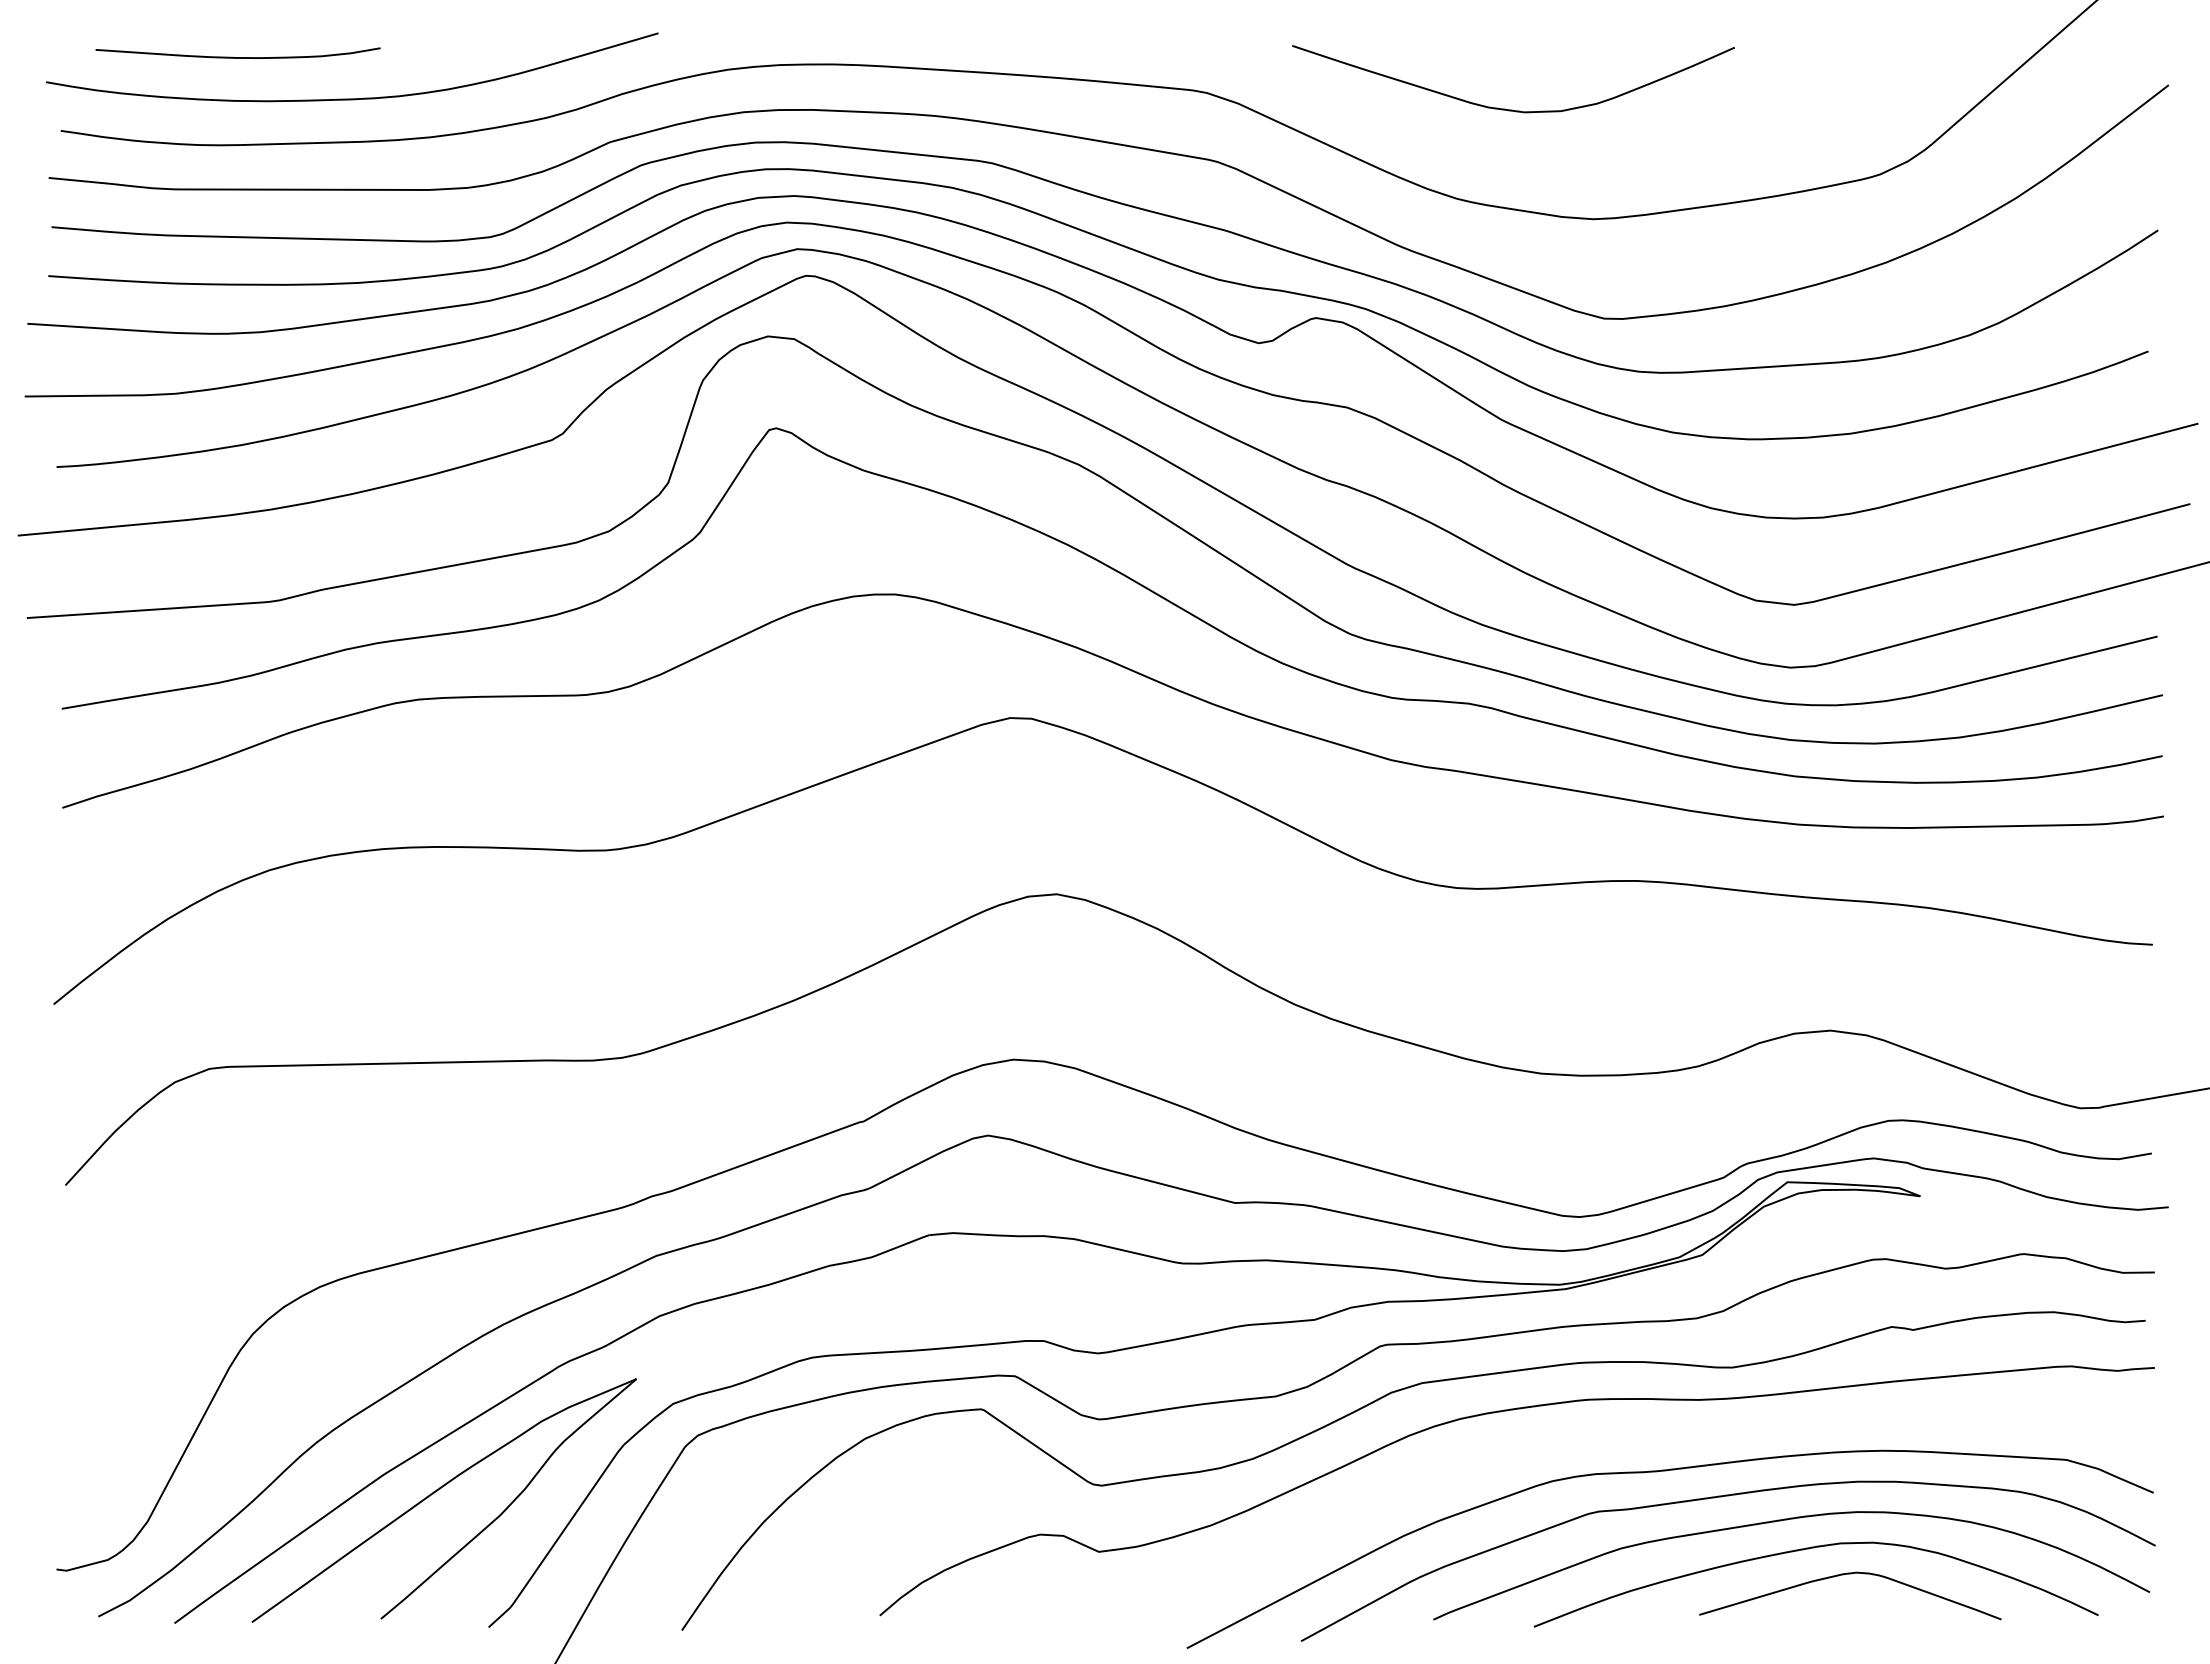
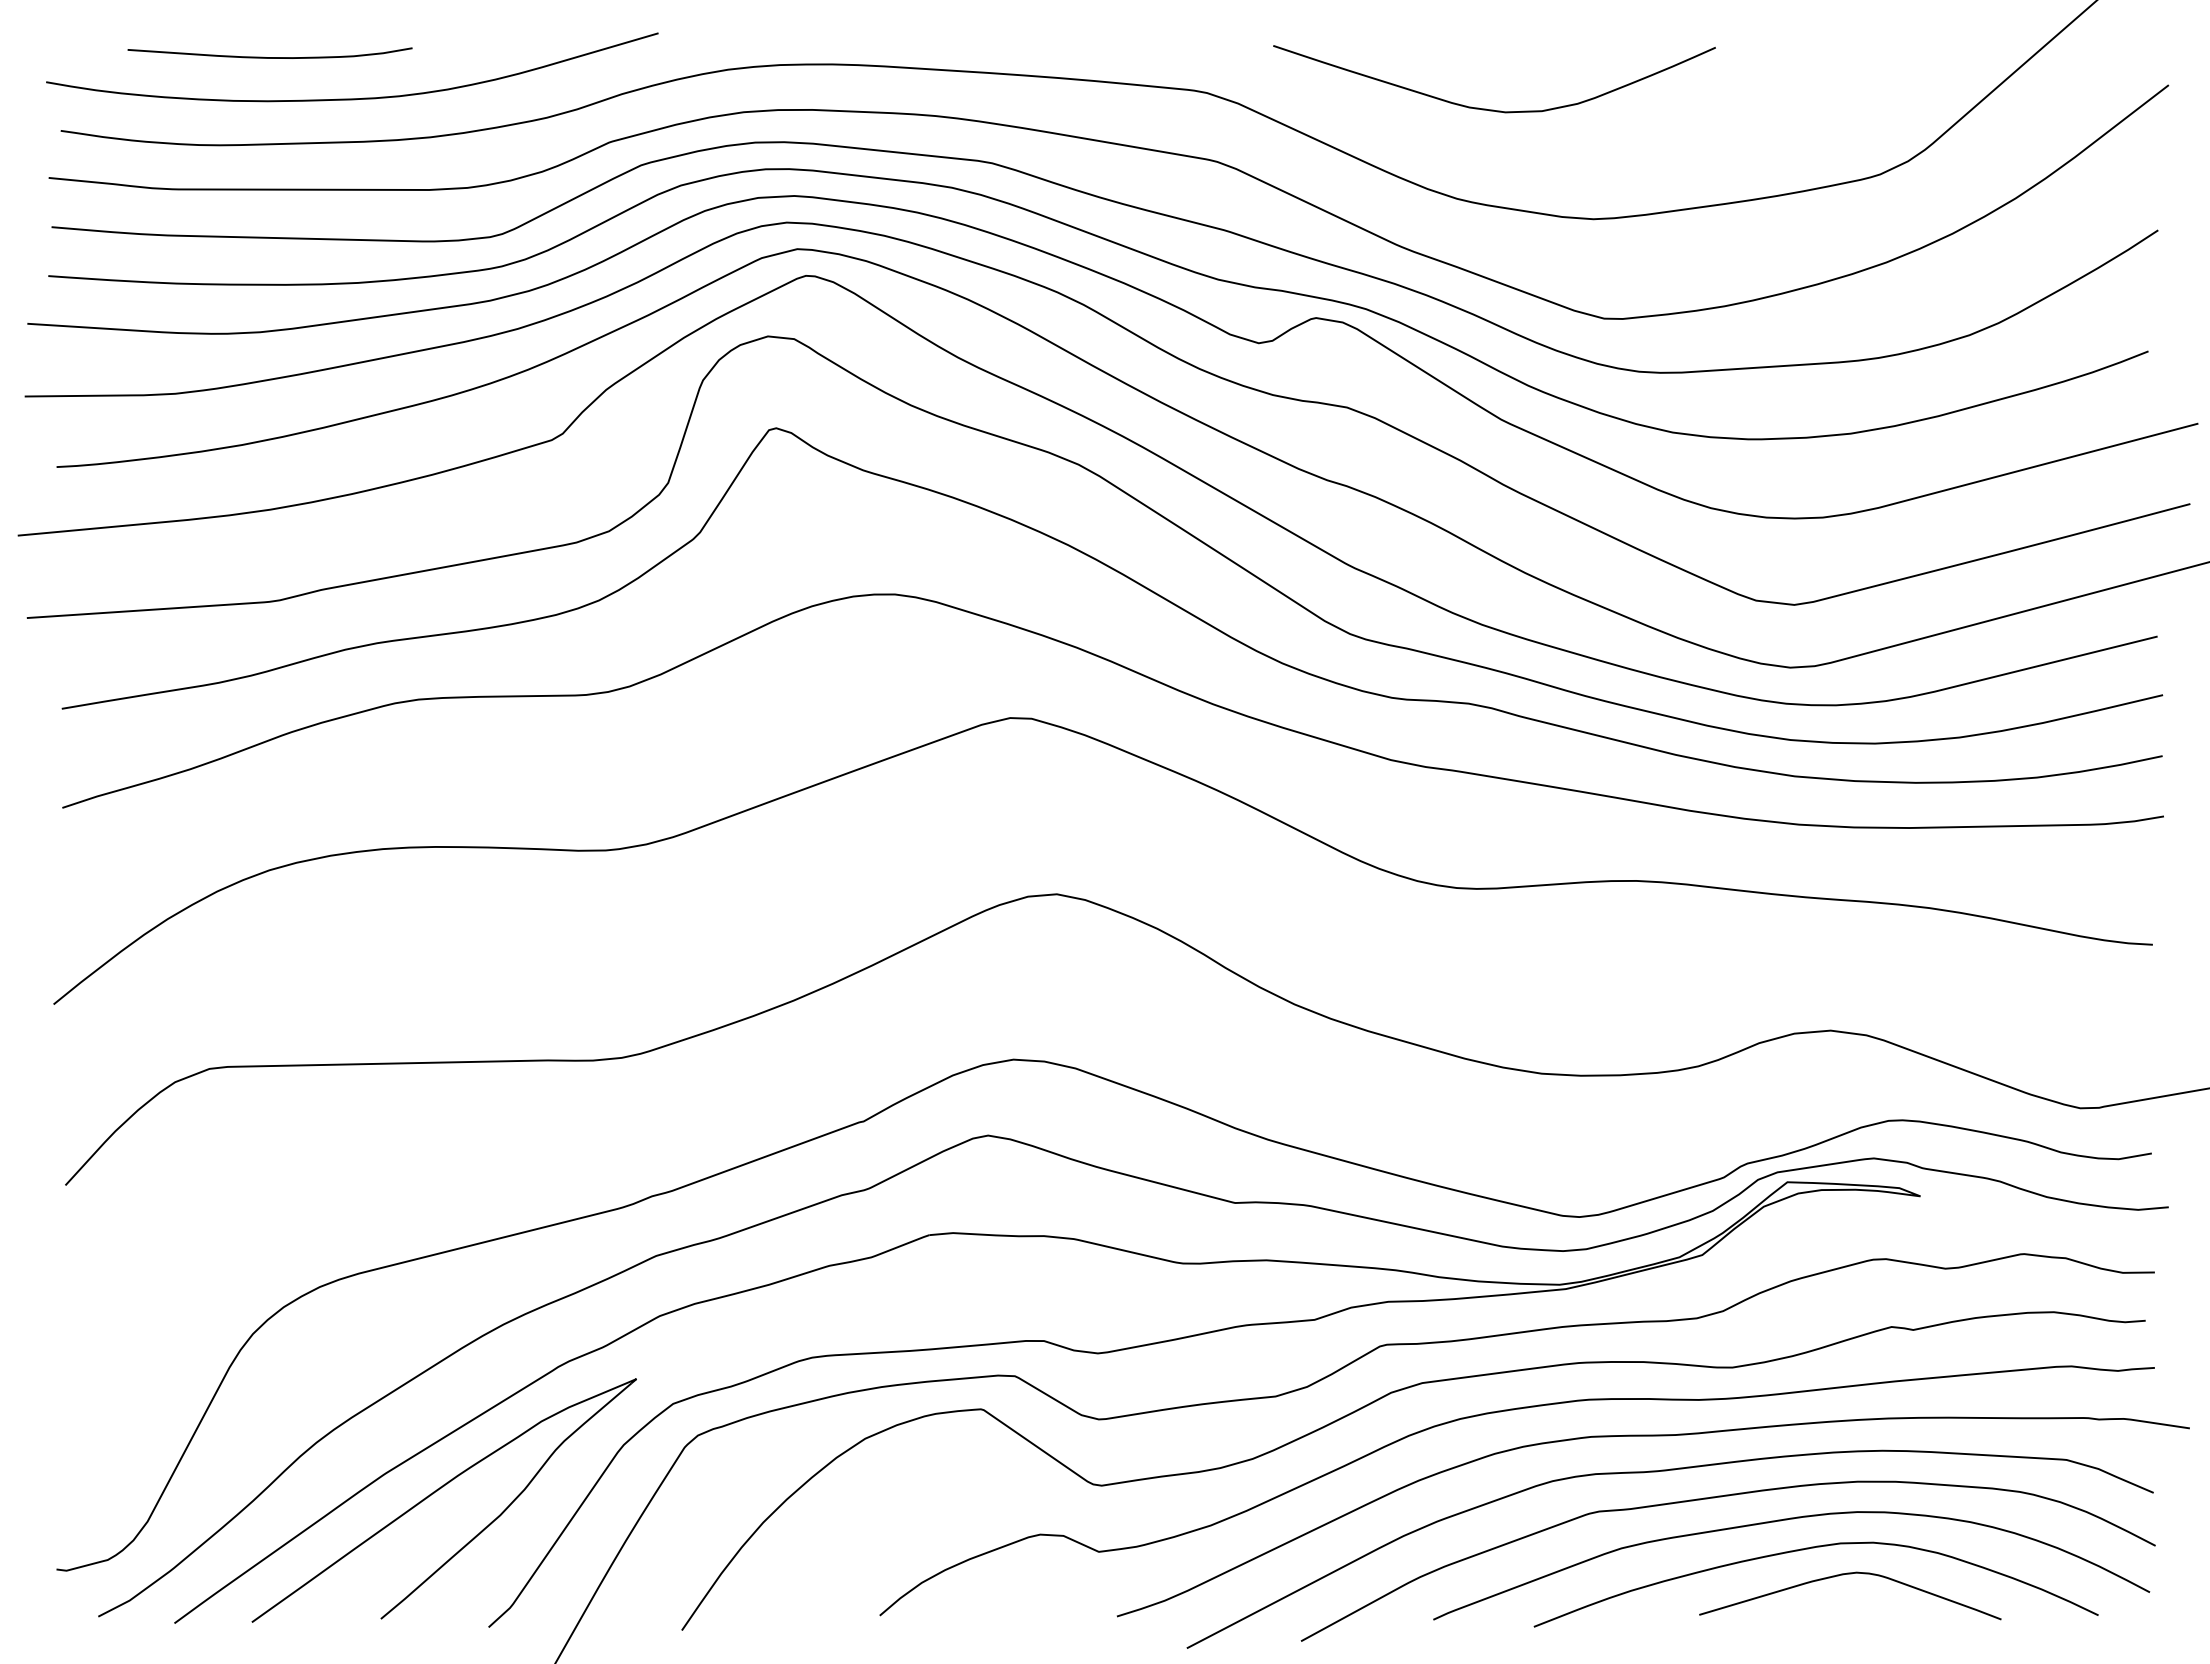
curve at (237, 57) position: (237, 57) -> (269, 57)
curve at (1512, 109) position: (1512, 109) -> (1493, 109)
curve at (1652, 1436): none -> present
